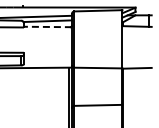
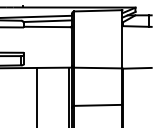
line at (47, 26): dashed -> solid
line at (36, 95): none -> present
